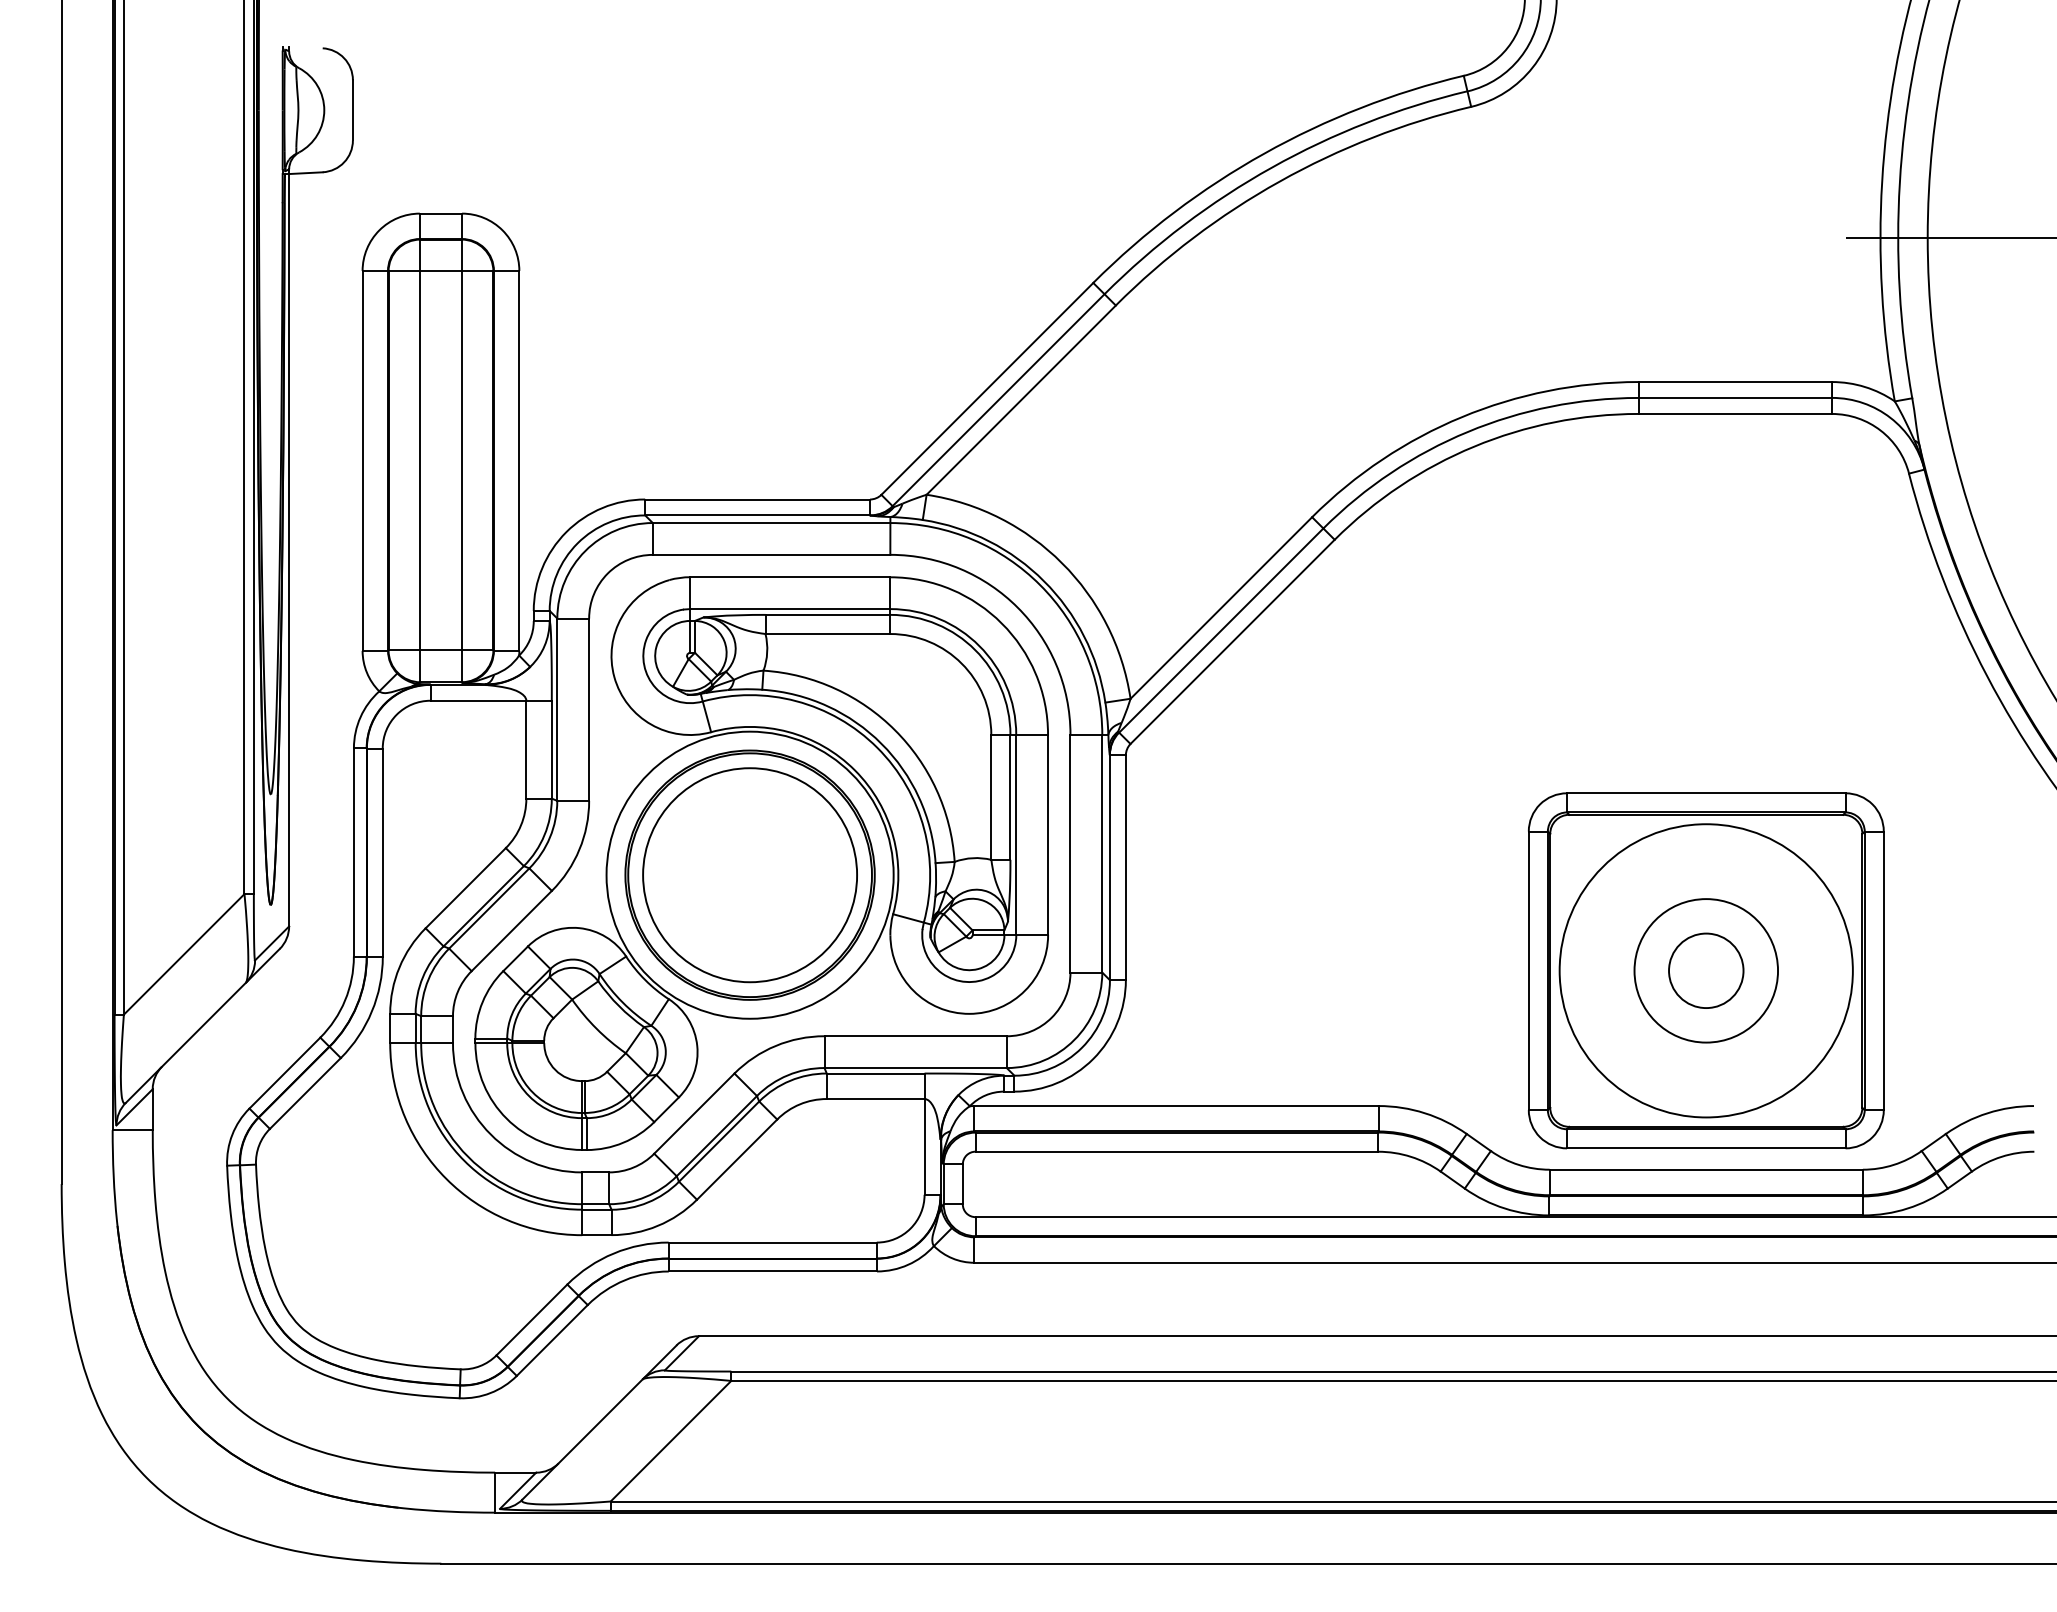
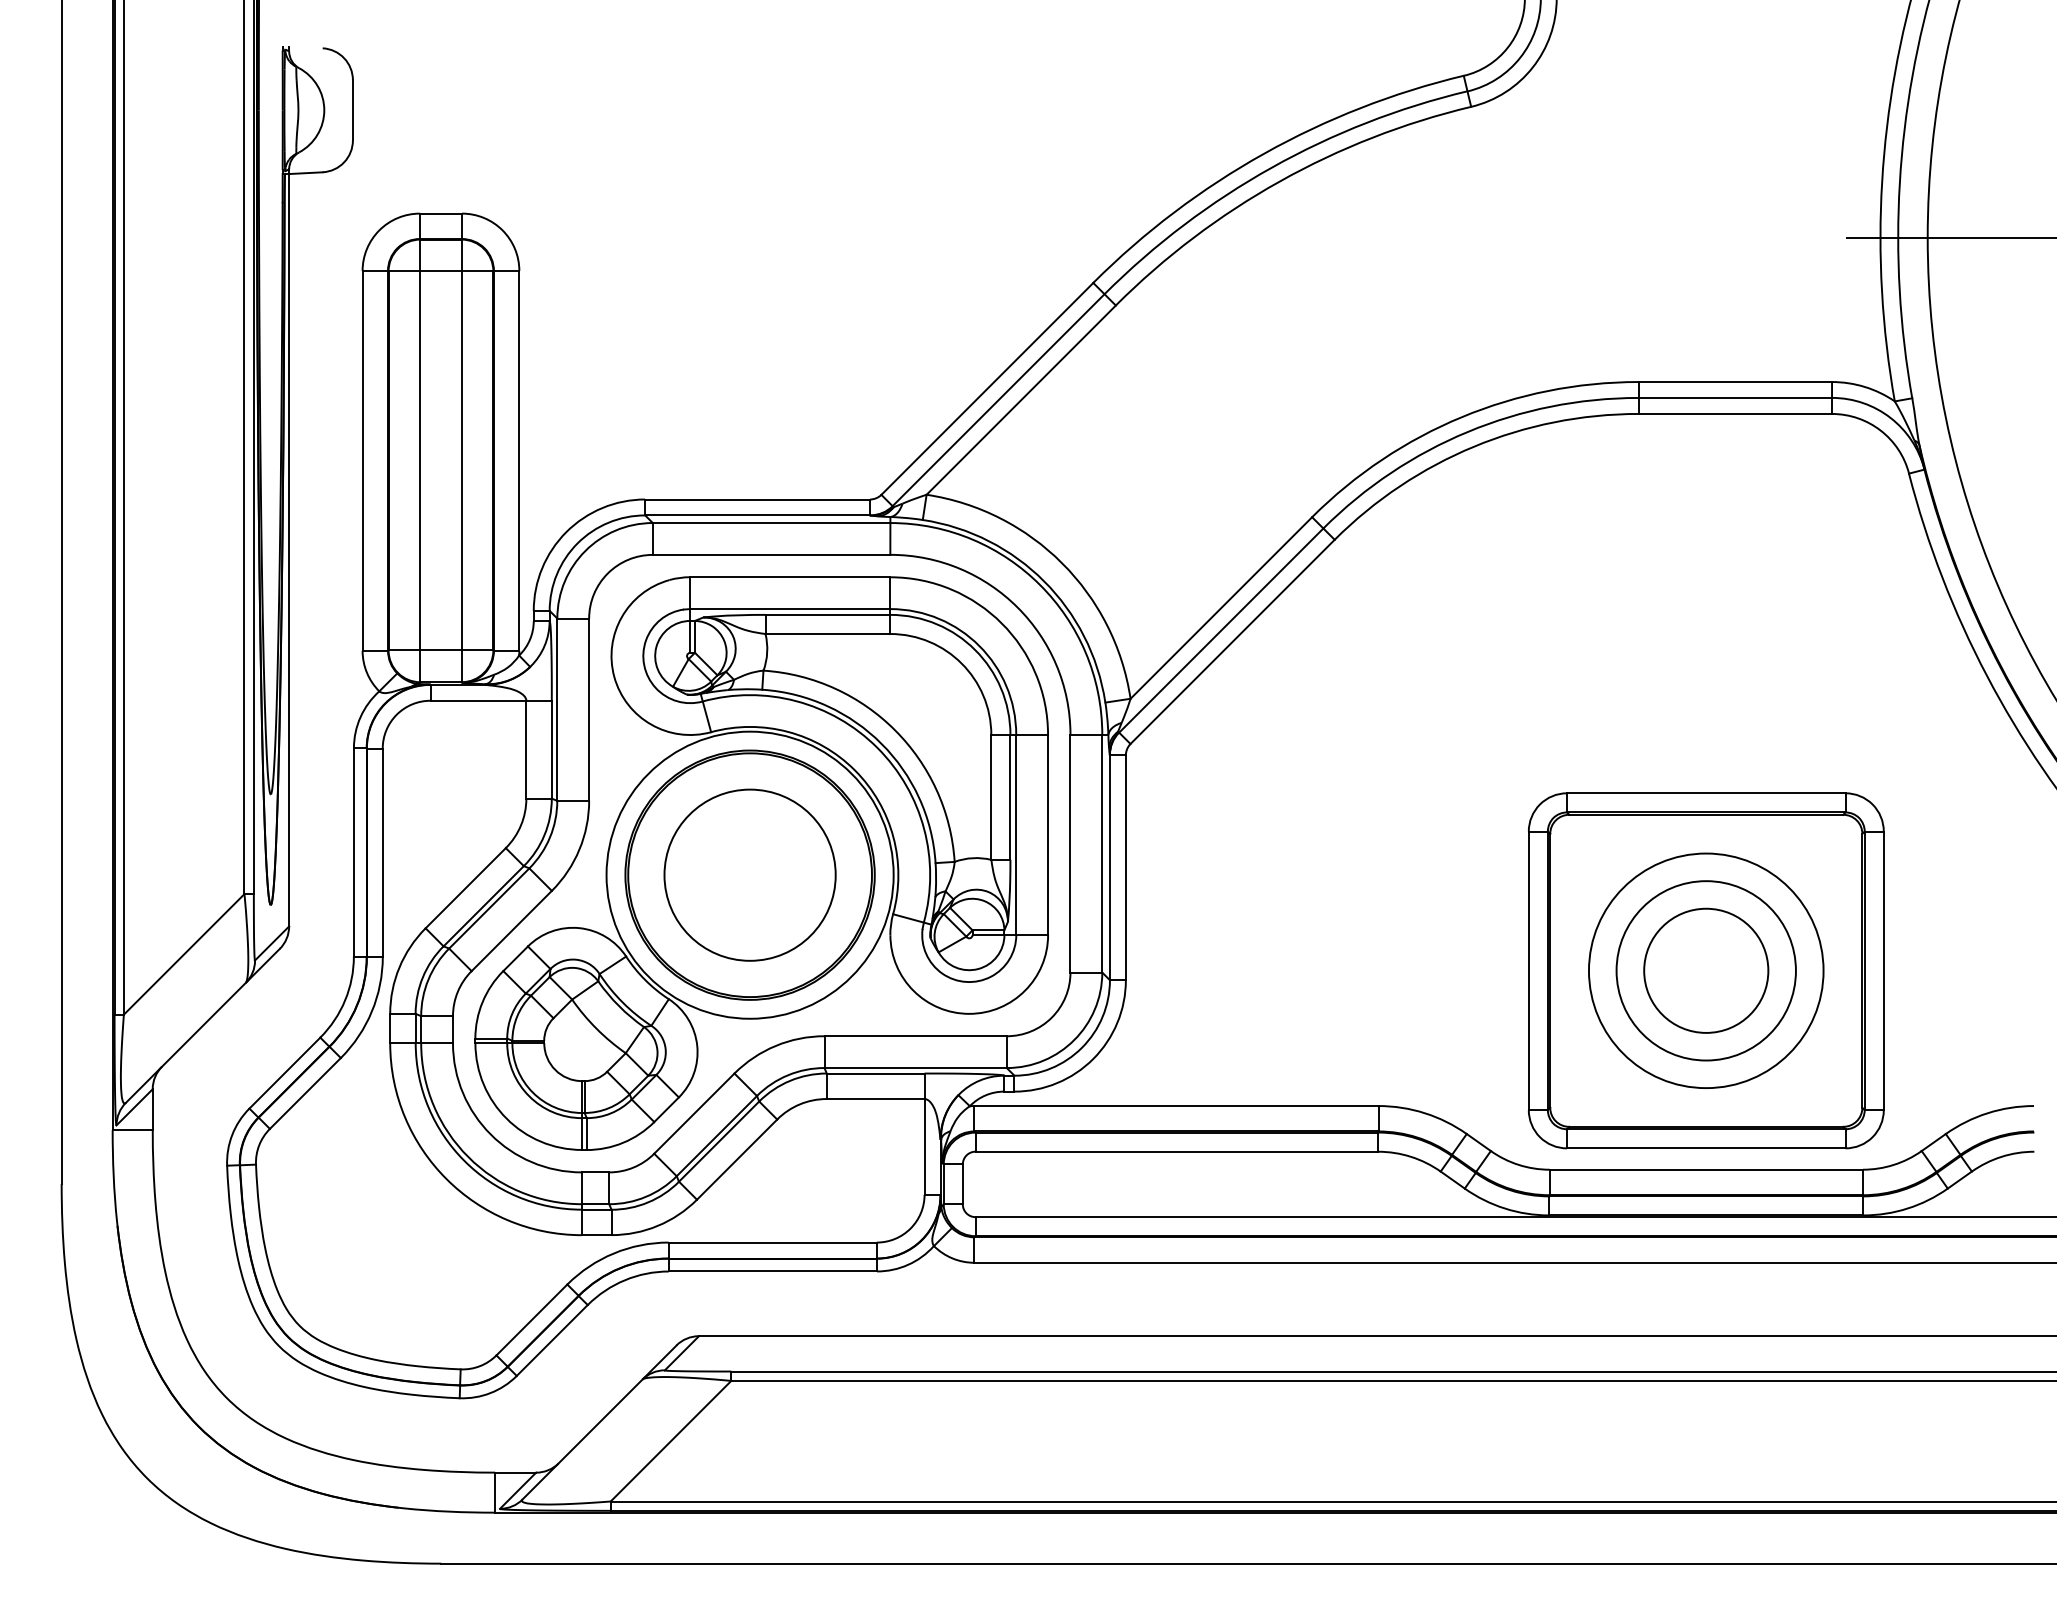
circle at (750, 875) diameter: 214 px -> 171 px
circle at (1705, 970) diameter: 293 px -> 235 px
circle at (1706, 970) diameter: 144 px -> 179 px
circle at (1706, 970) diameter: 75 px -> 124 px
